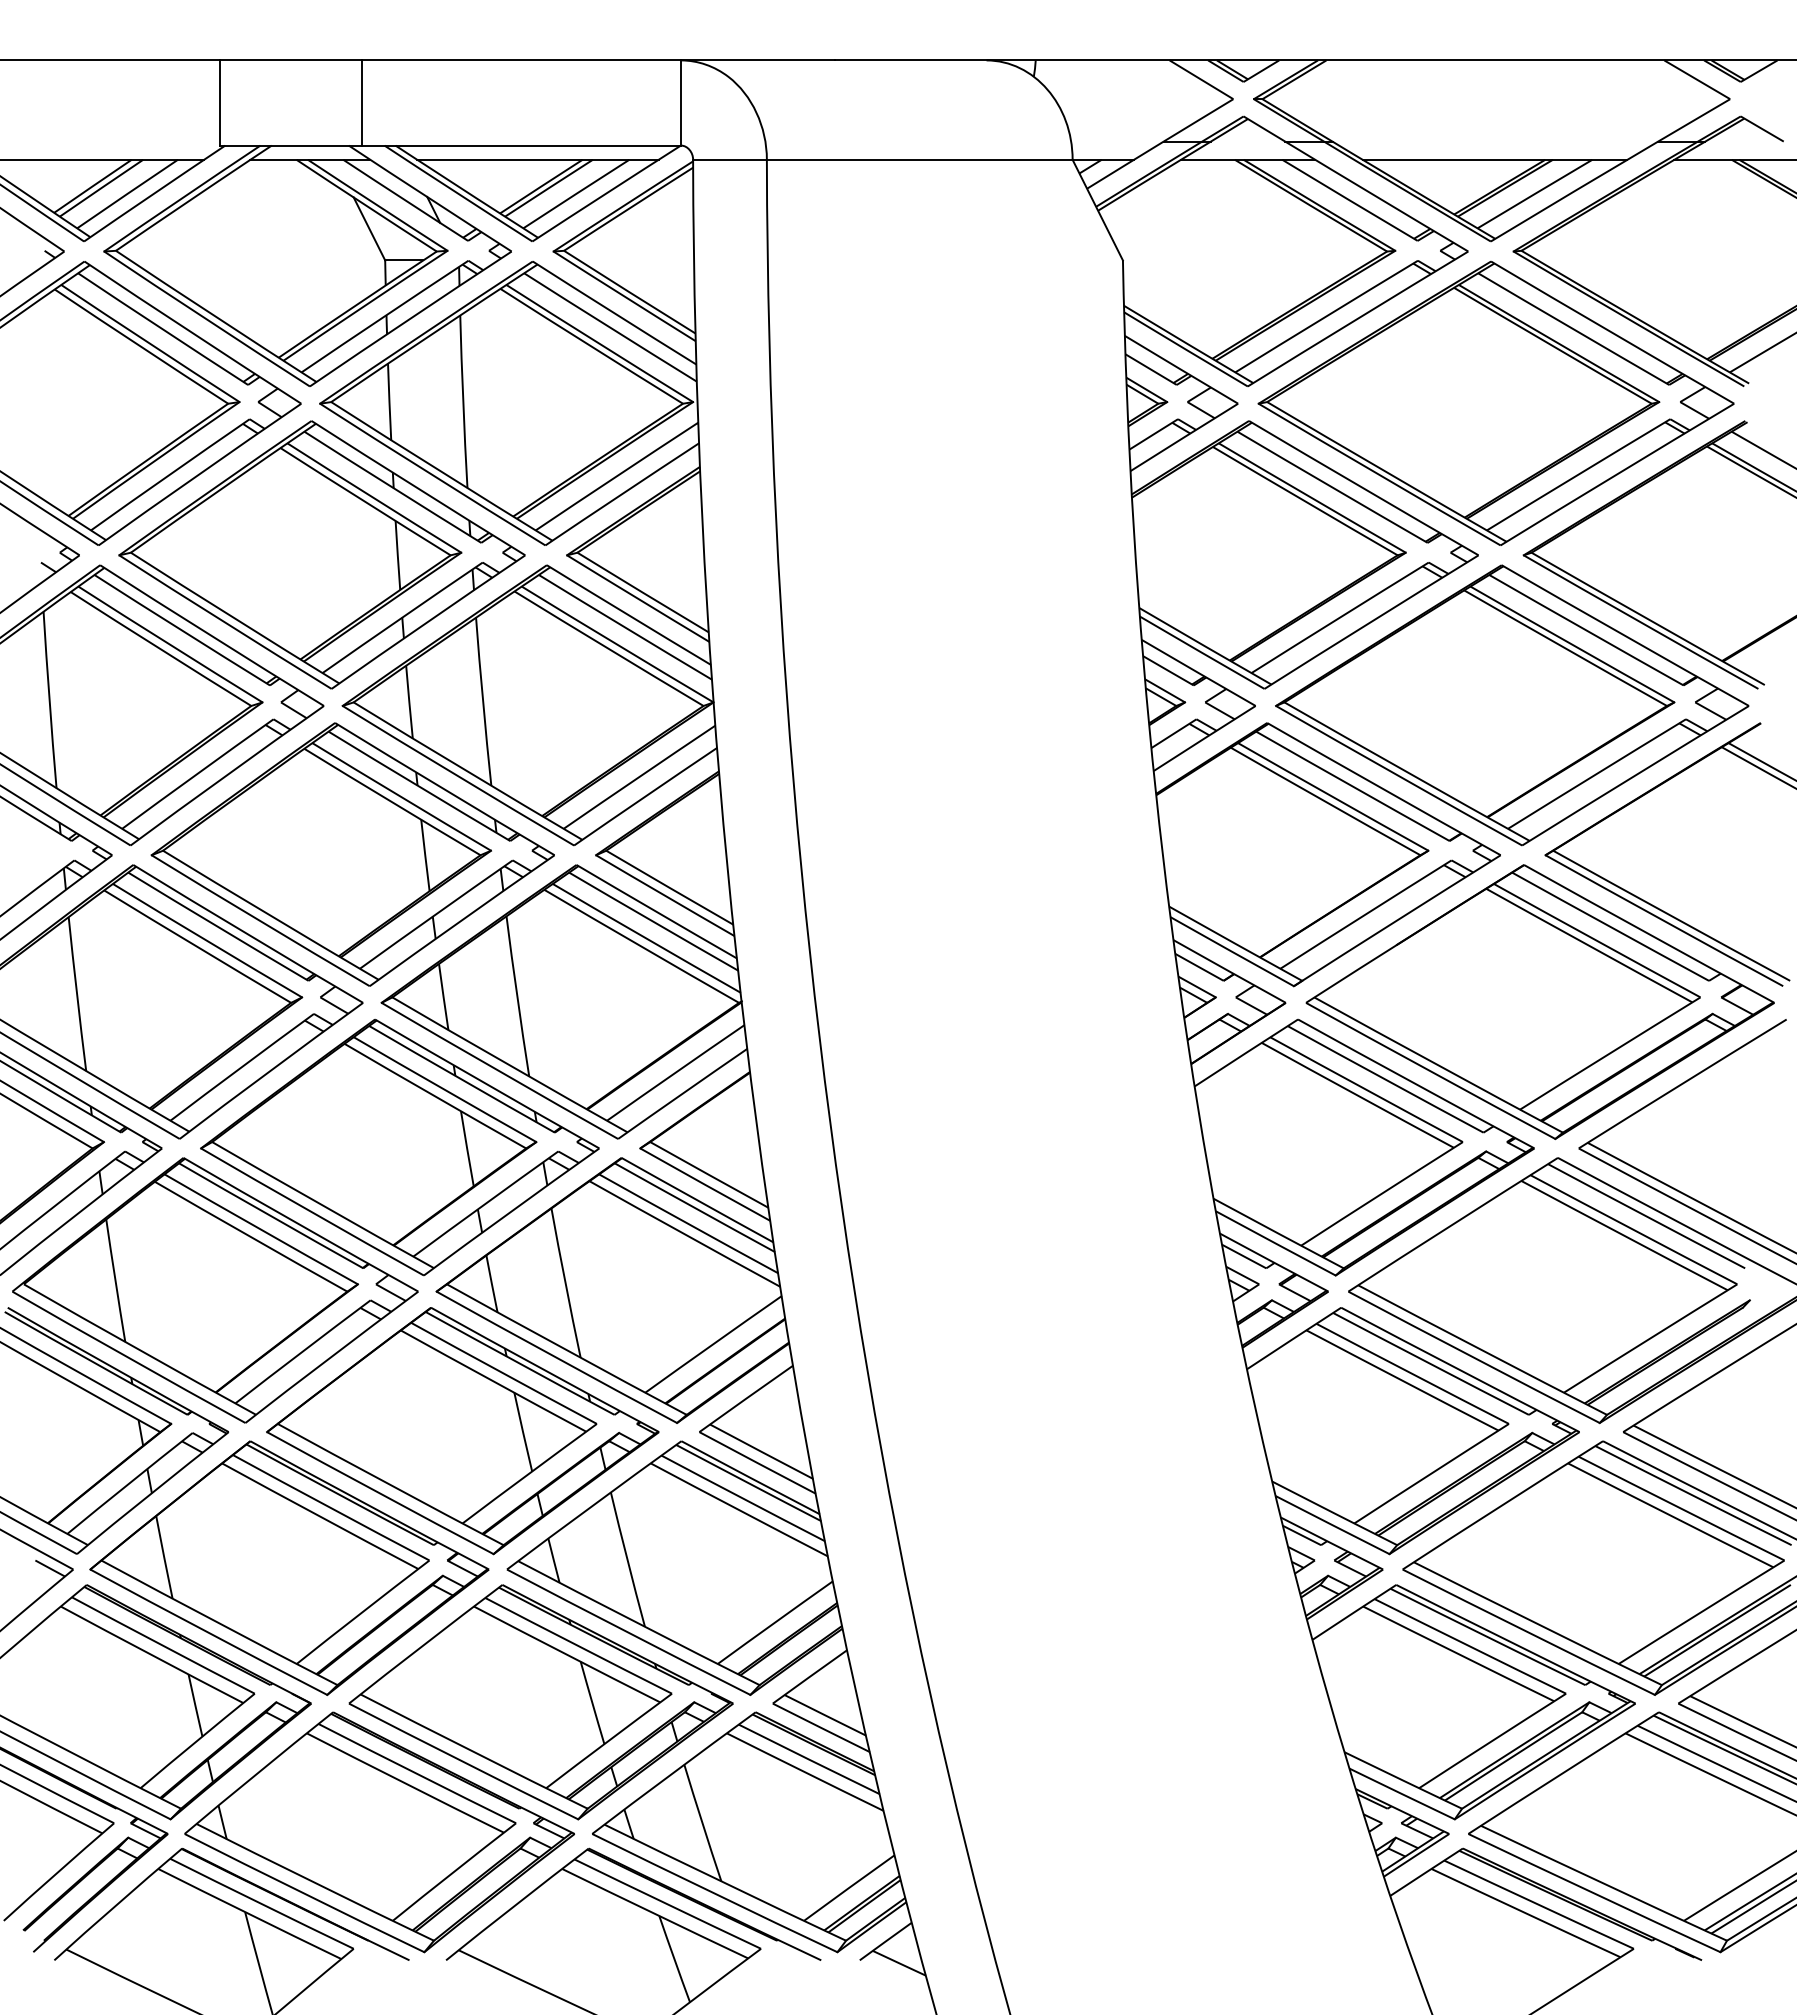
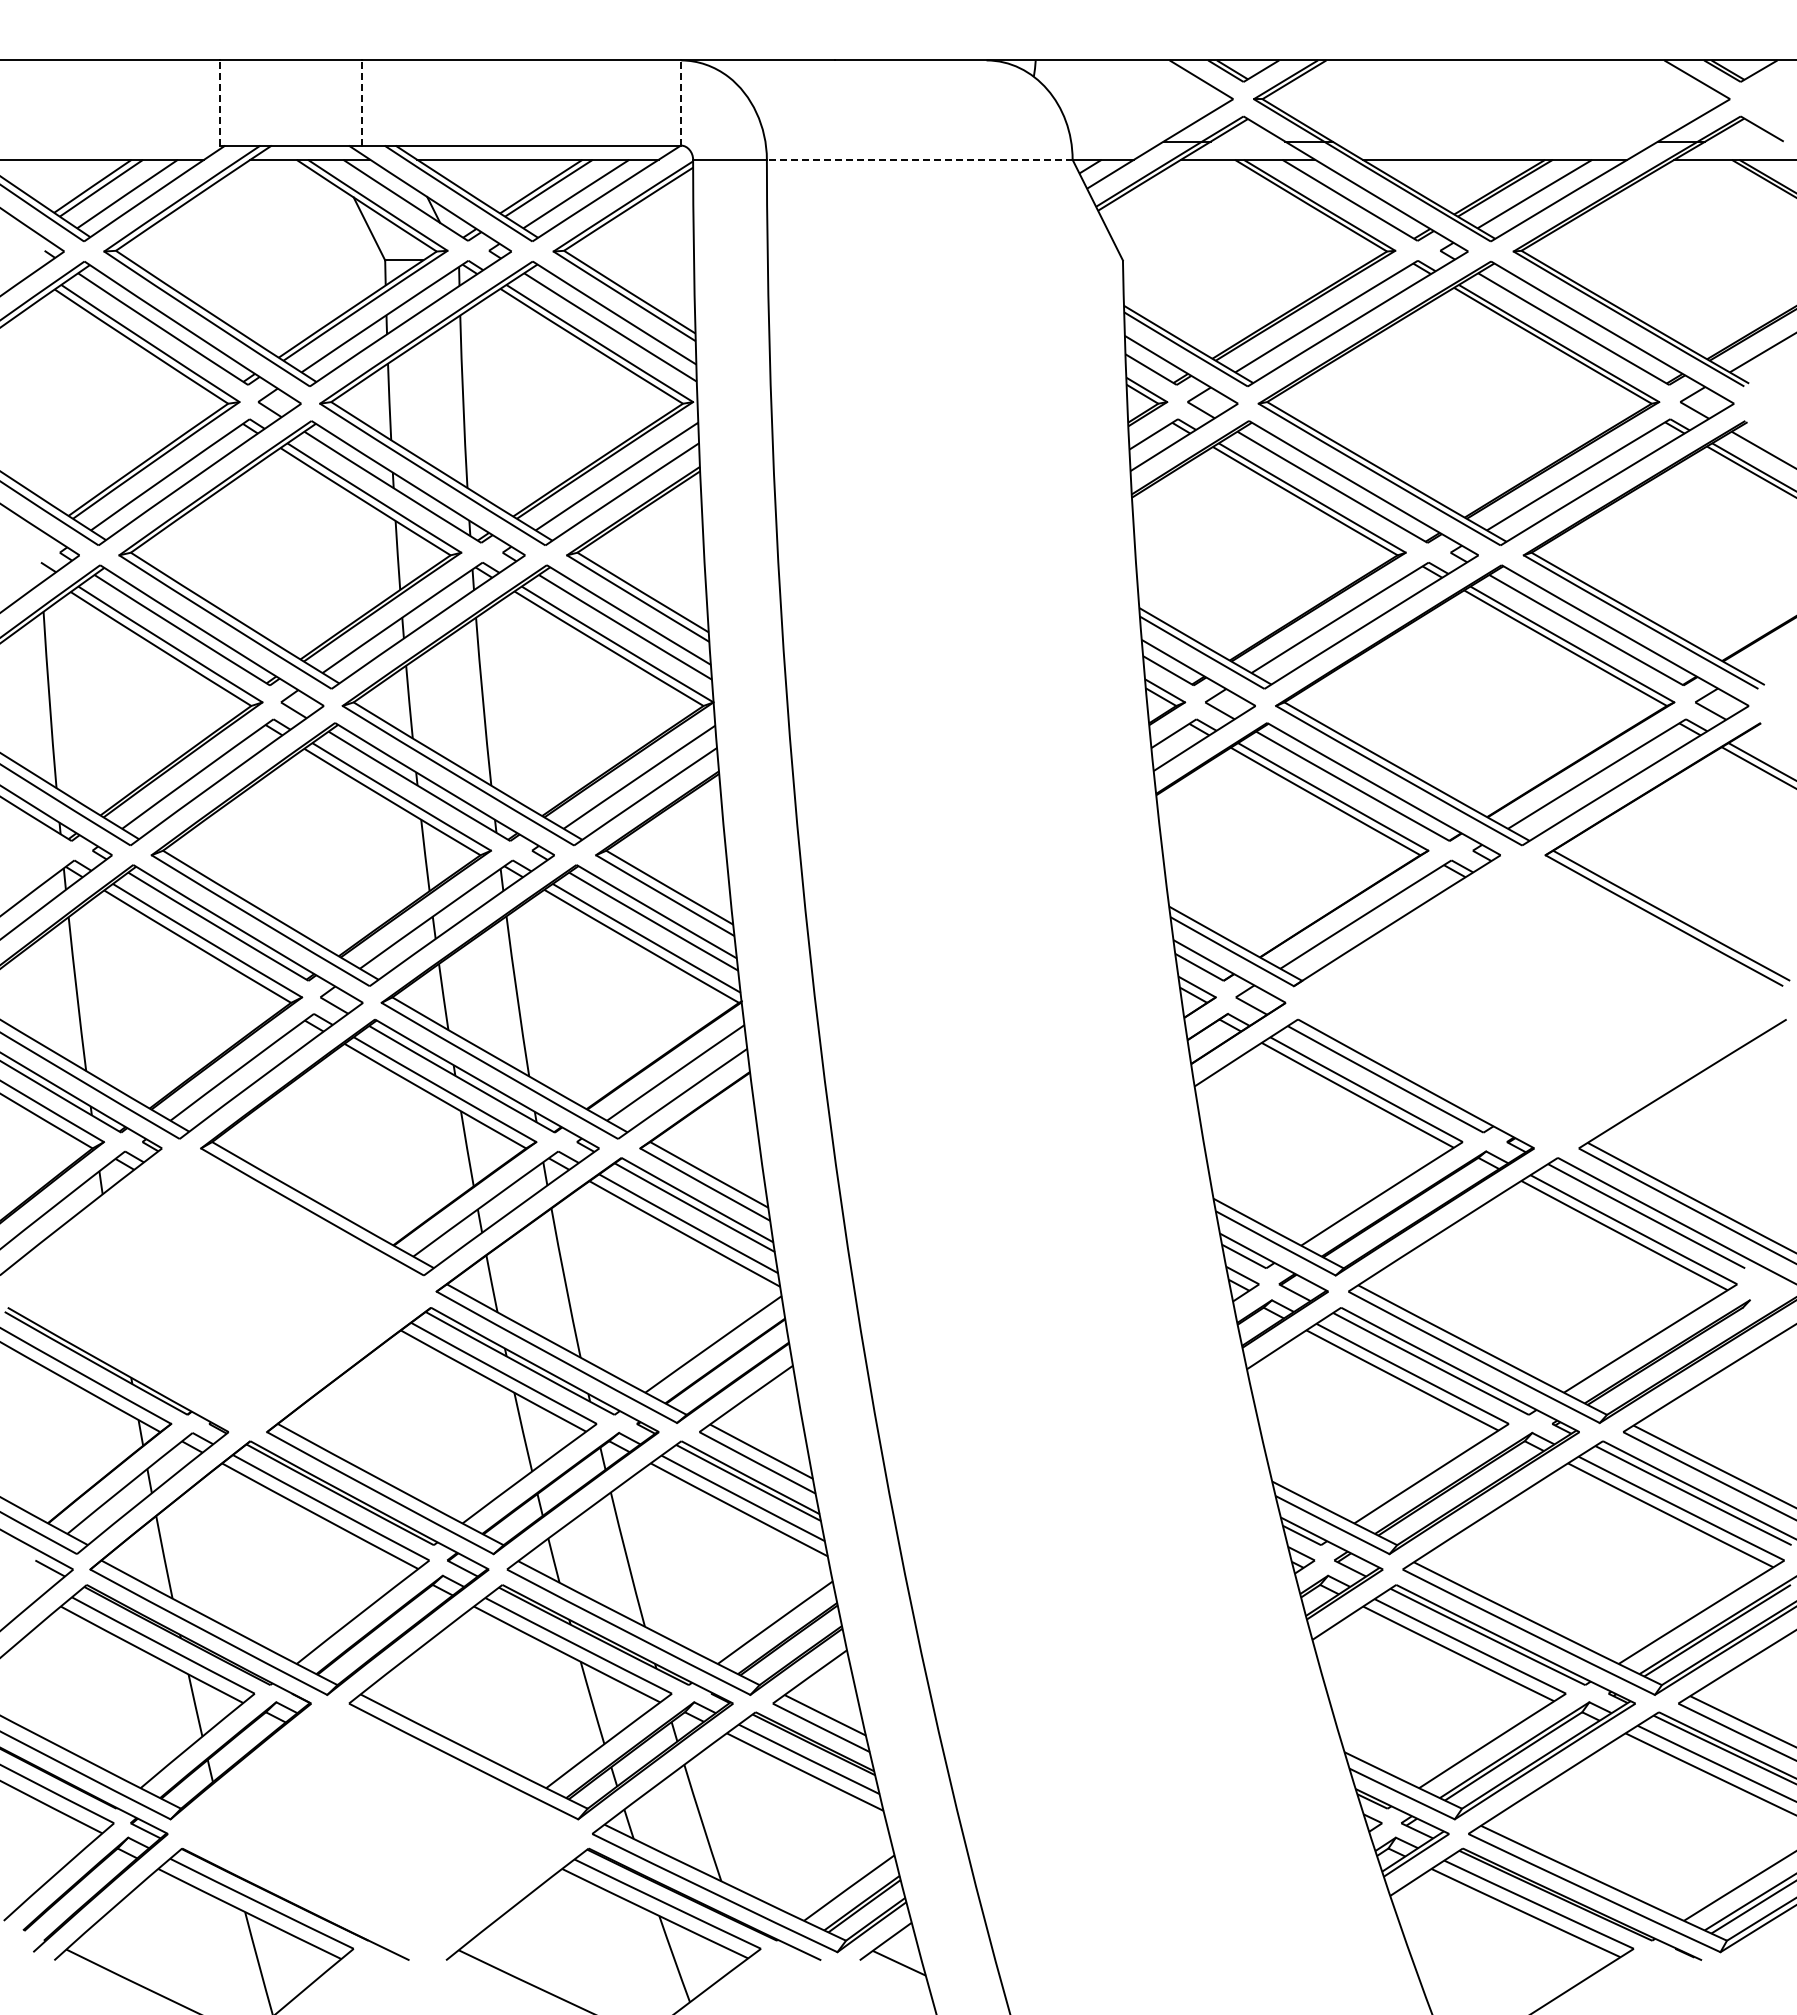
line at (219, 103): solid -> dashed
line at (361, 103): solid -> dashed
line at (681, 103): solid -> dashed
line at (919, 159): solid -> dashed
part at (1539, 1001): present -> none
part at (215, 1290): present -> none
part at (379, 1832): present -> none
